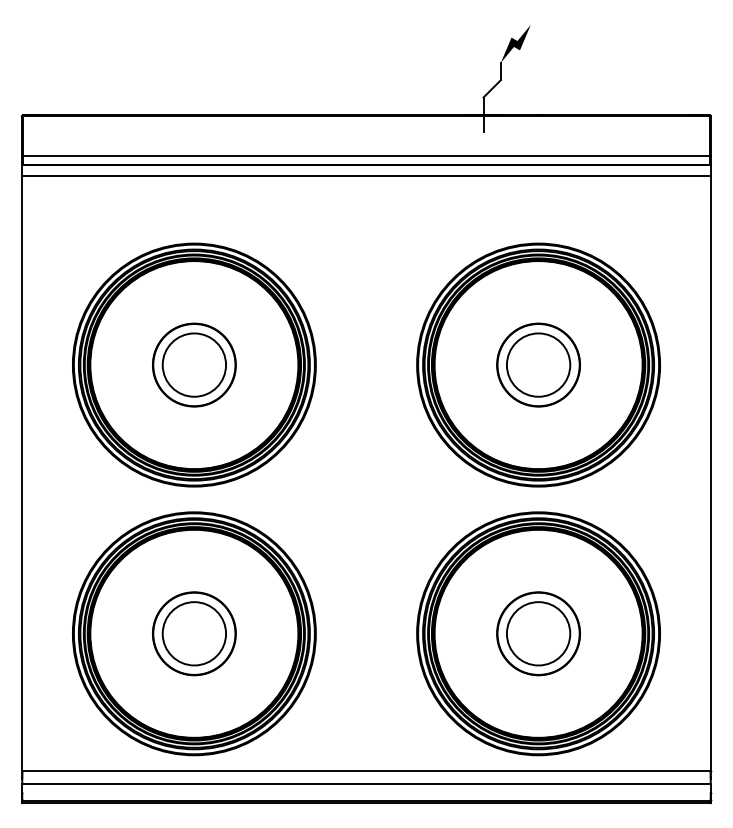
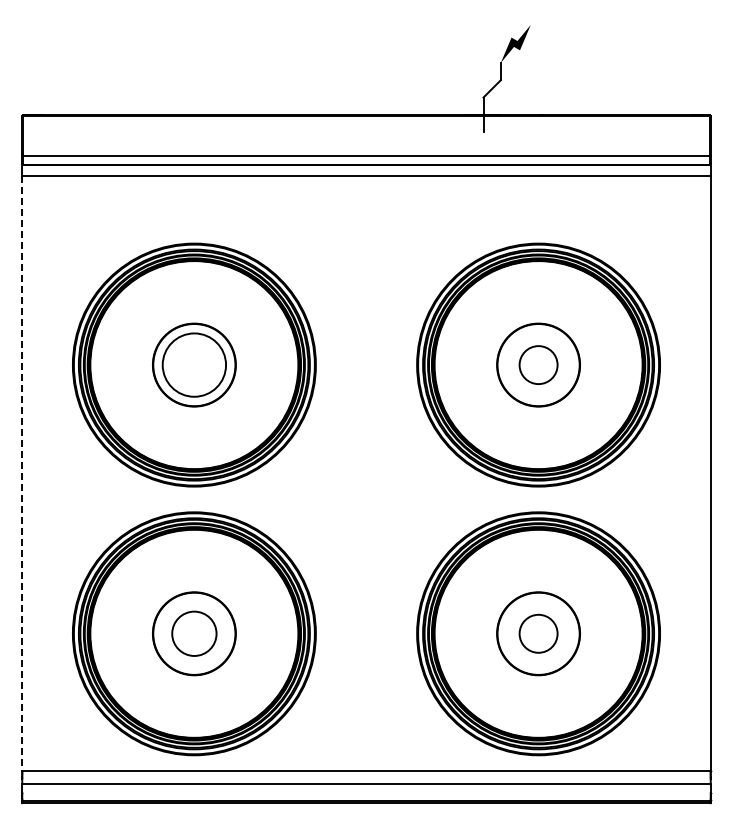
circle at (538, 364) diameter: 63 px -> 38 px
line at (22, 473): solid -> dashed
circle at (194, 633) diameter: 63 px -> 44 px
circle at (538, 633) diameter: 63 px -> 38 px
